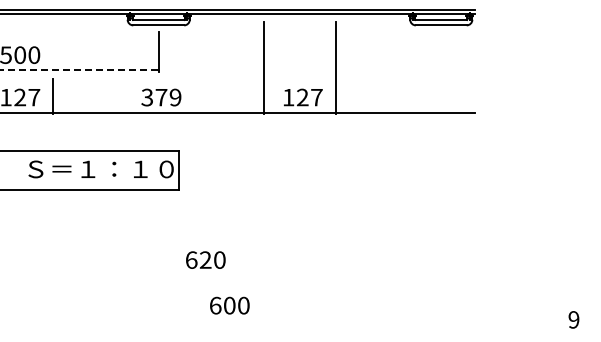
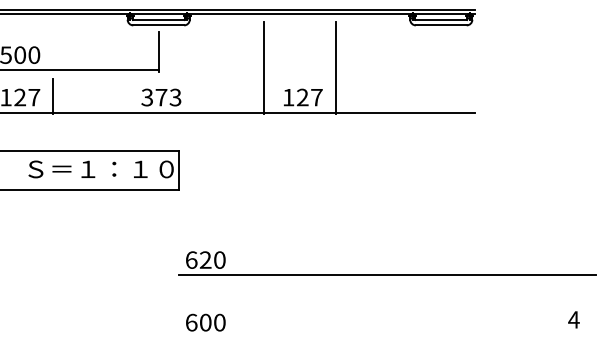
line at (79, 70): dashed -> solid
text at (175, 97): 379 -> 373
line at (386, 274): none -> present
text at (229, 305) position: (229, 305) -> (205, 322)
text at (573, 319): 9 -> 4
